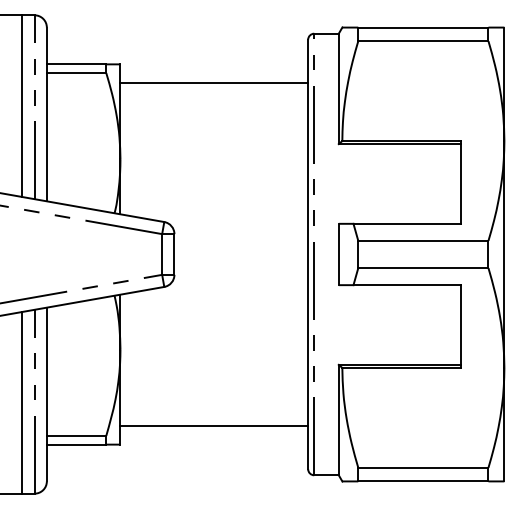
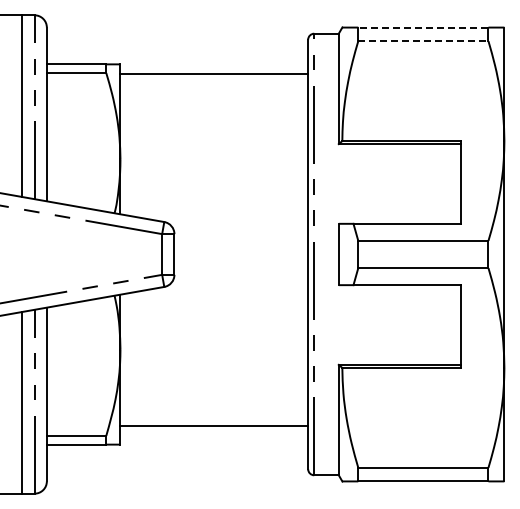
line at (422, 27): solid -> dashed
line at (423, 41): solid -> dashed
line at (214, 82) position: (214, 82) -> (214, 73)
